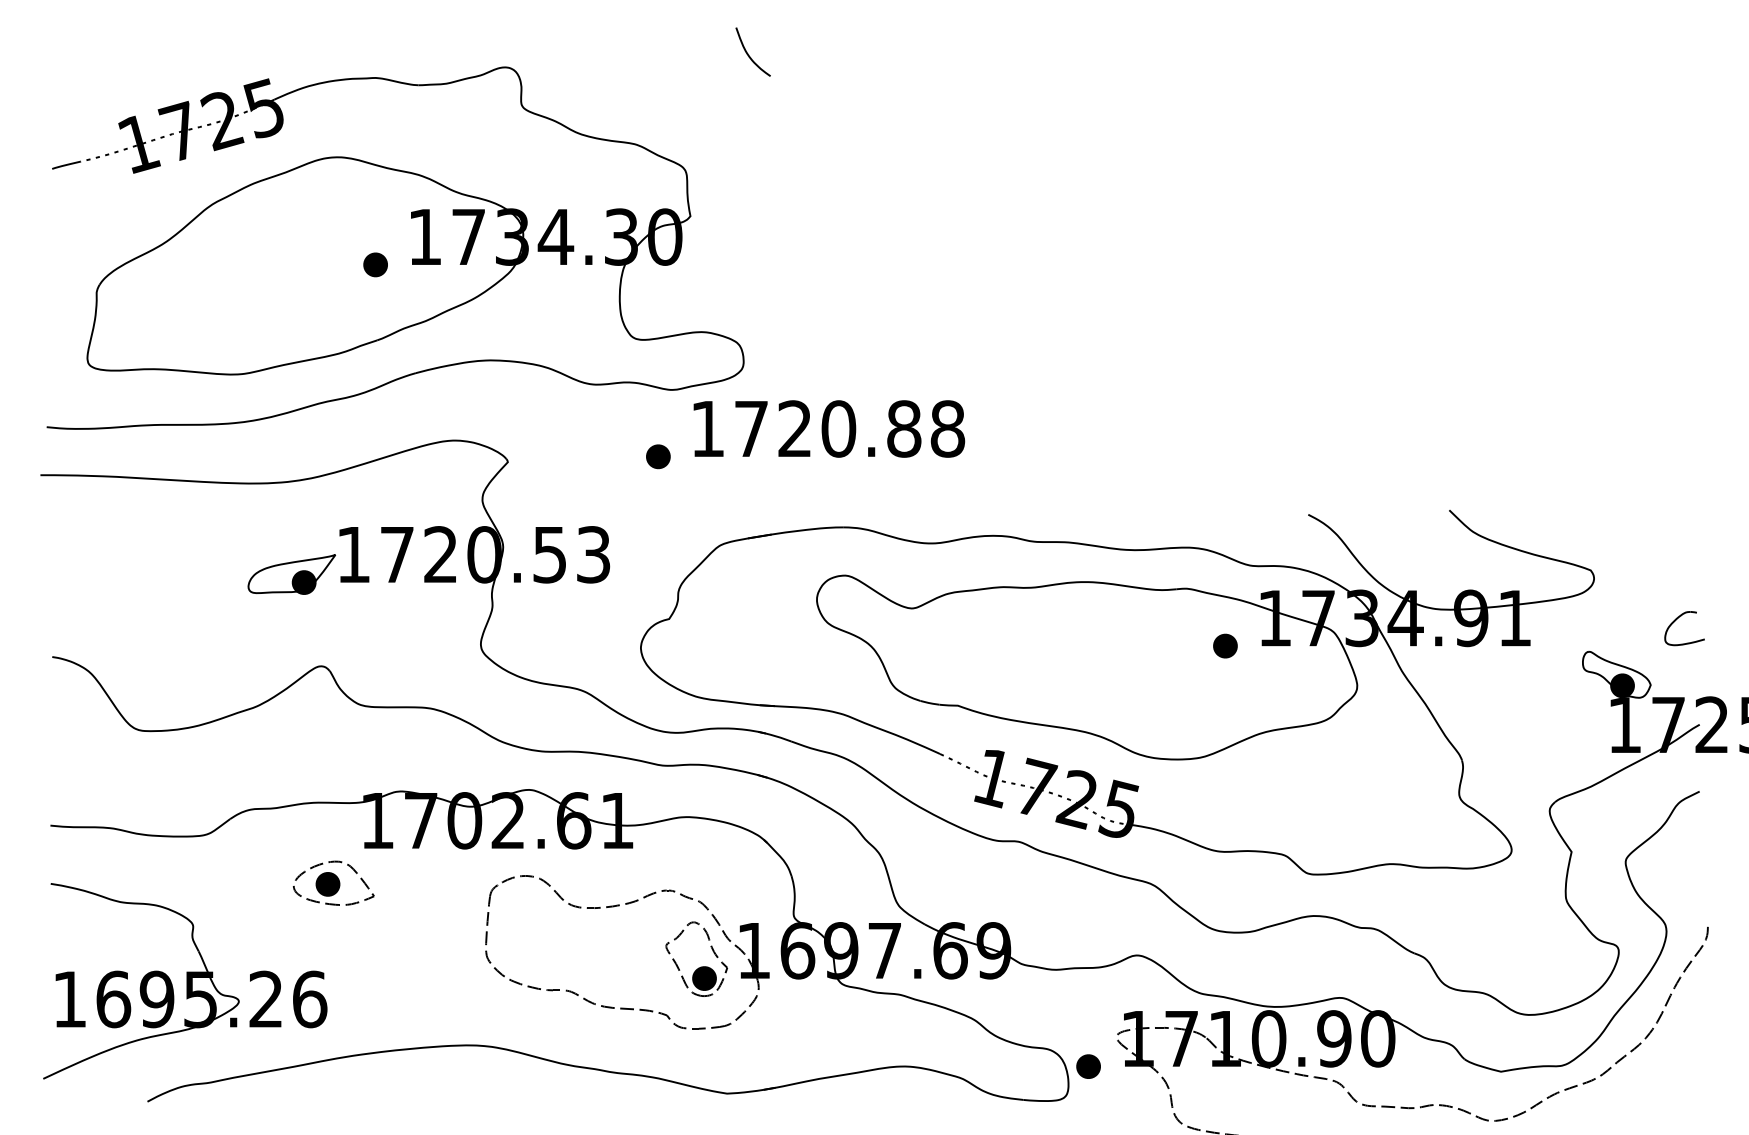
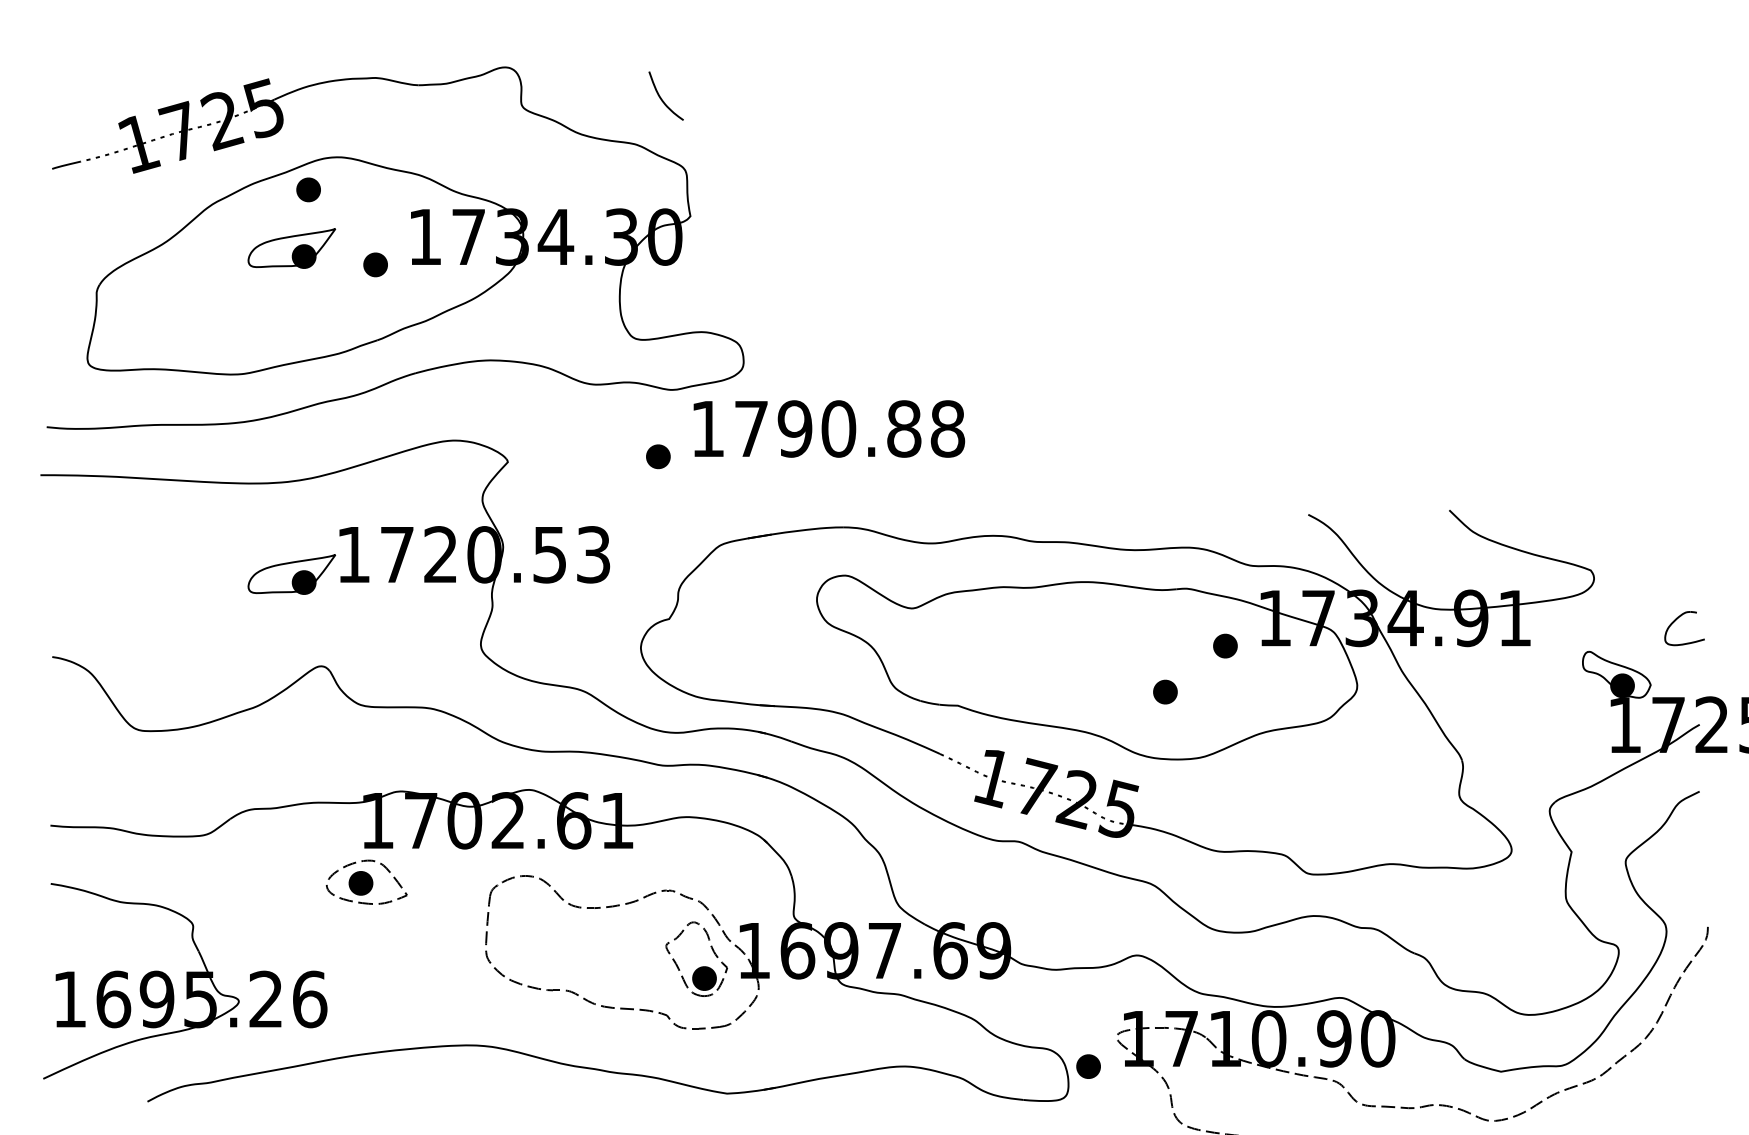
curve at (748, 53) position: (748, 53) -> (661, 97)
part at (308, 189): none -> present
part at (291, 248): none -> present
text at (794, 428): 1720.88 -> 1790.88
part at (1165, 691): none -> present
part at (333, 882) position: (333, 882) -> (366, 881)
